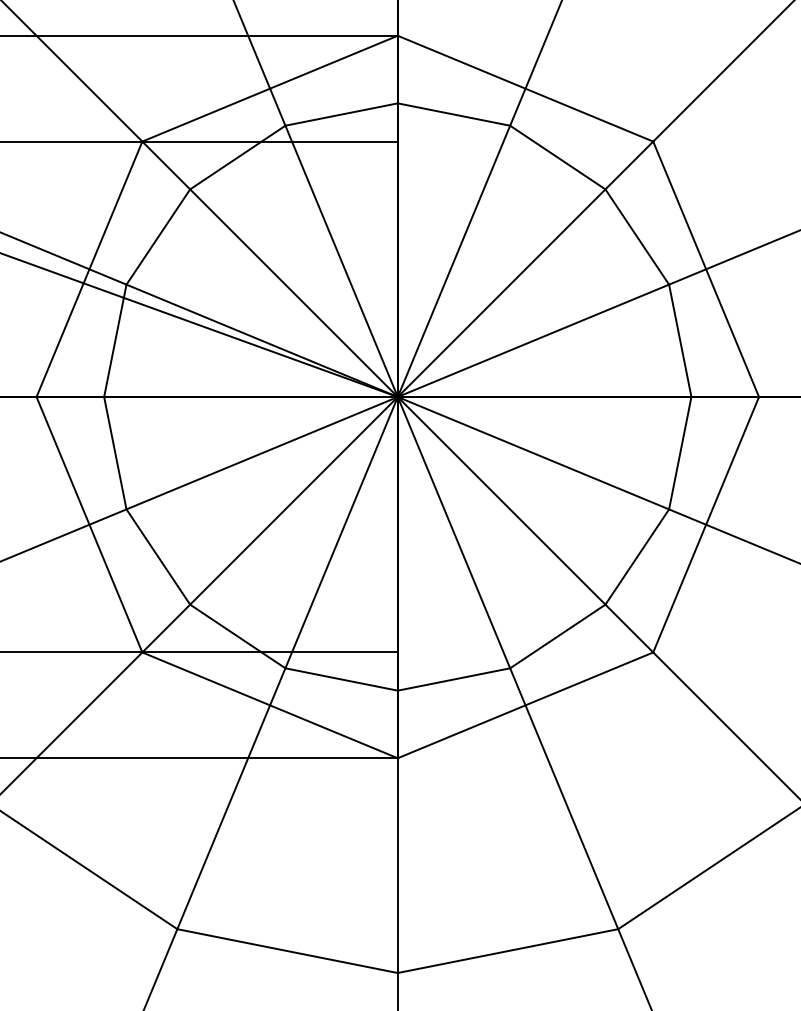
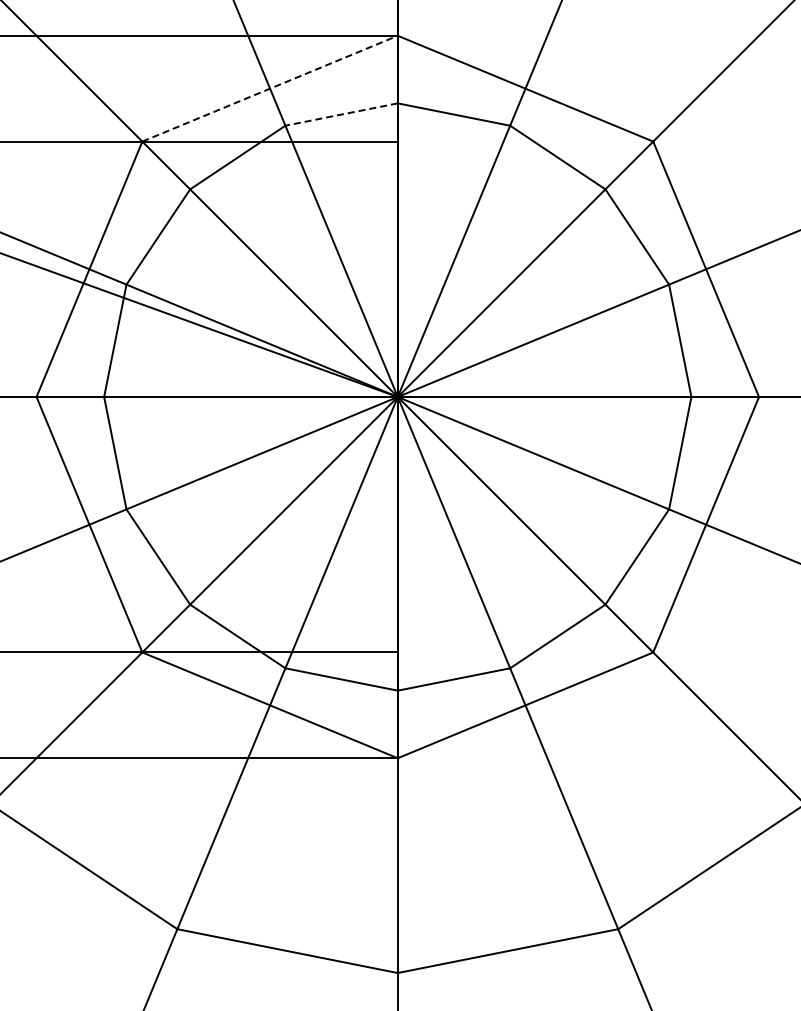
line at (270, 88): solid -> dashed
line at (341, 114): solid -> dashed
